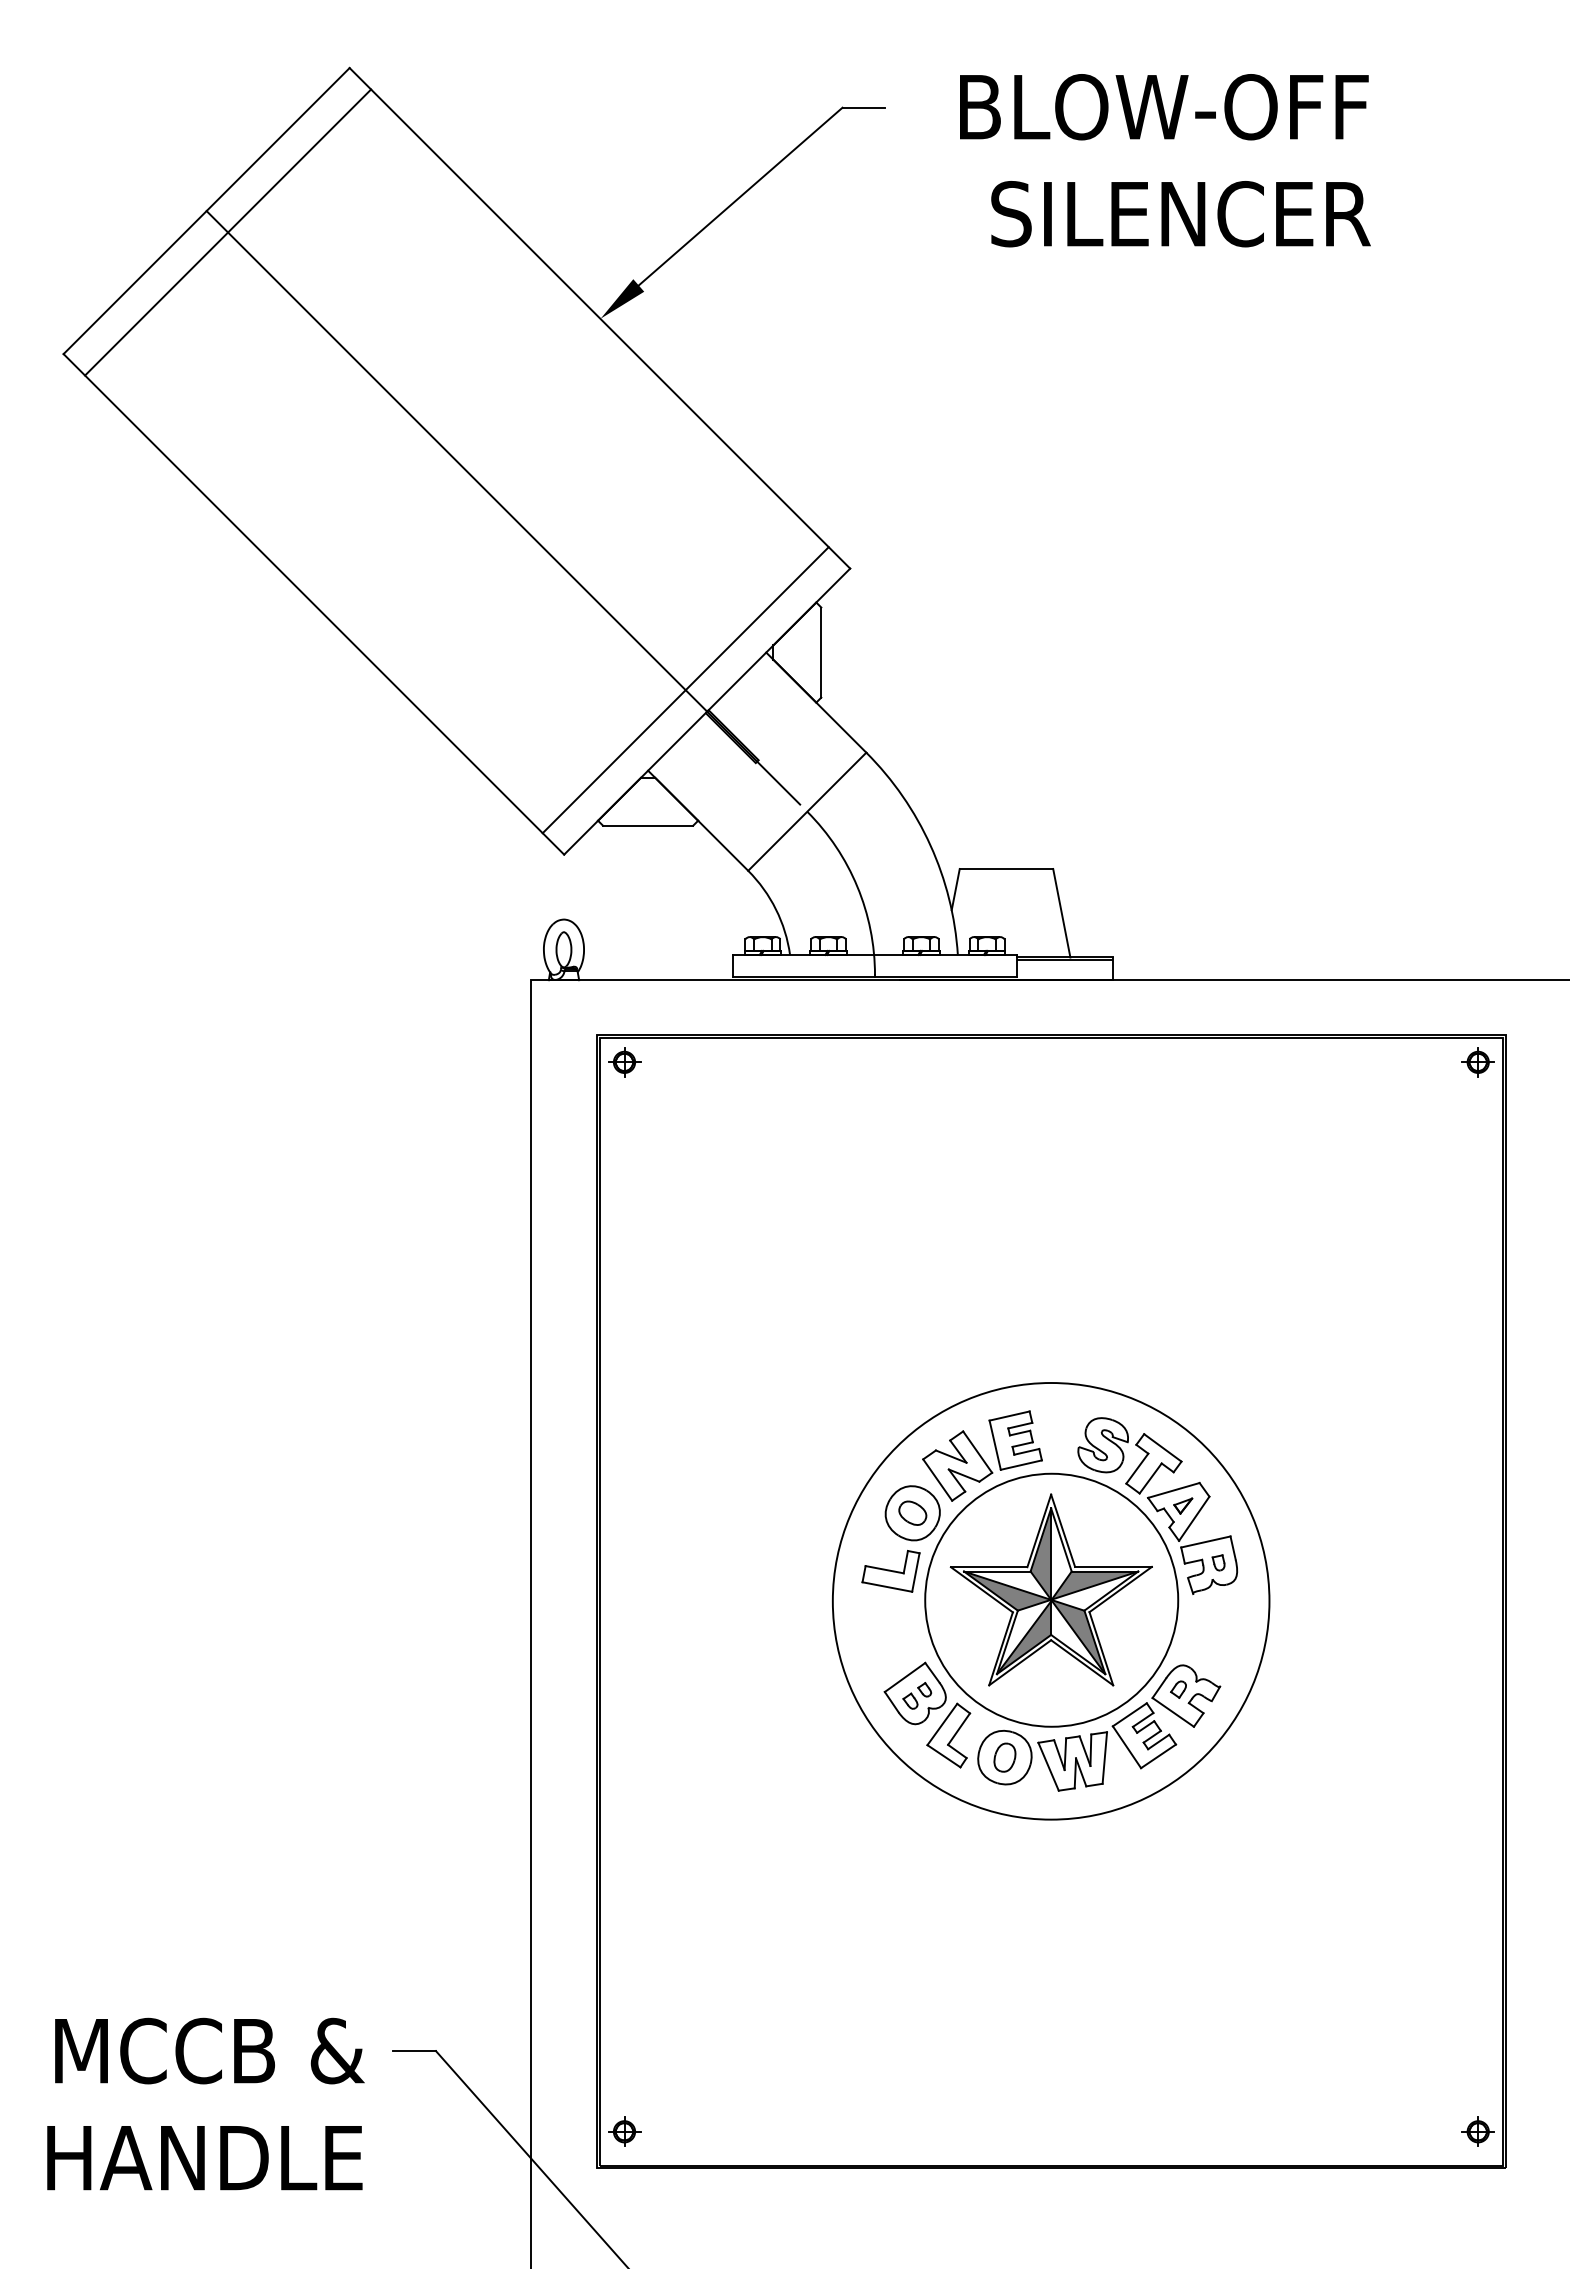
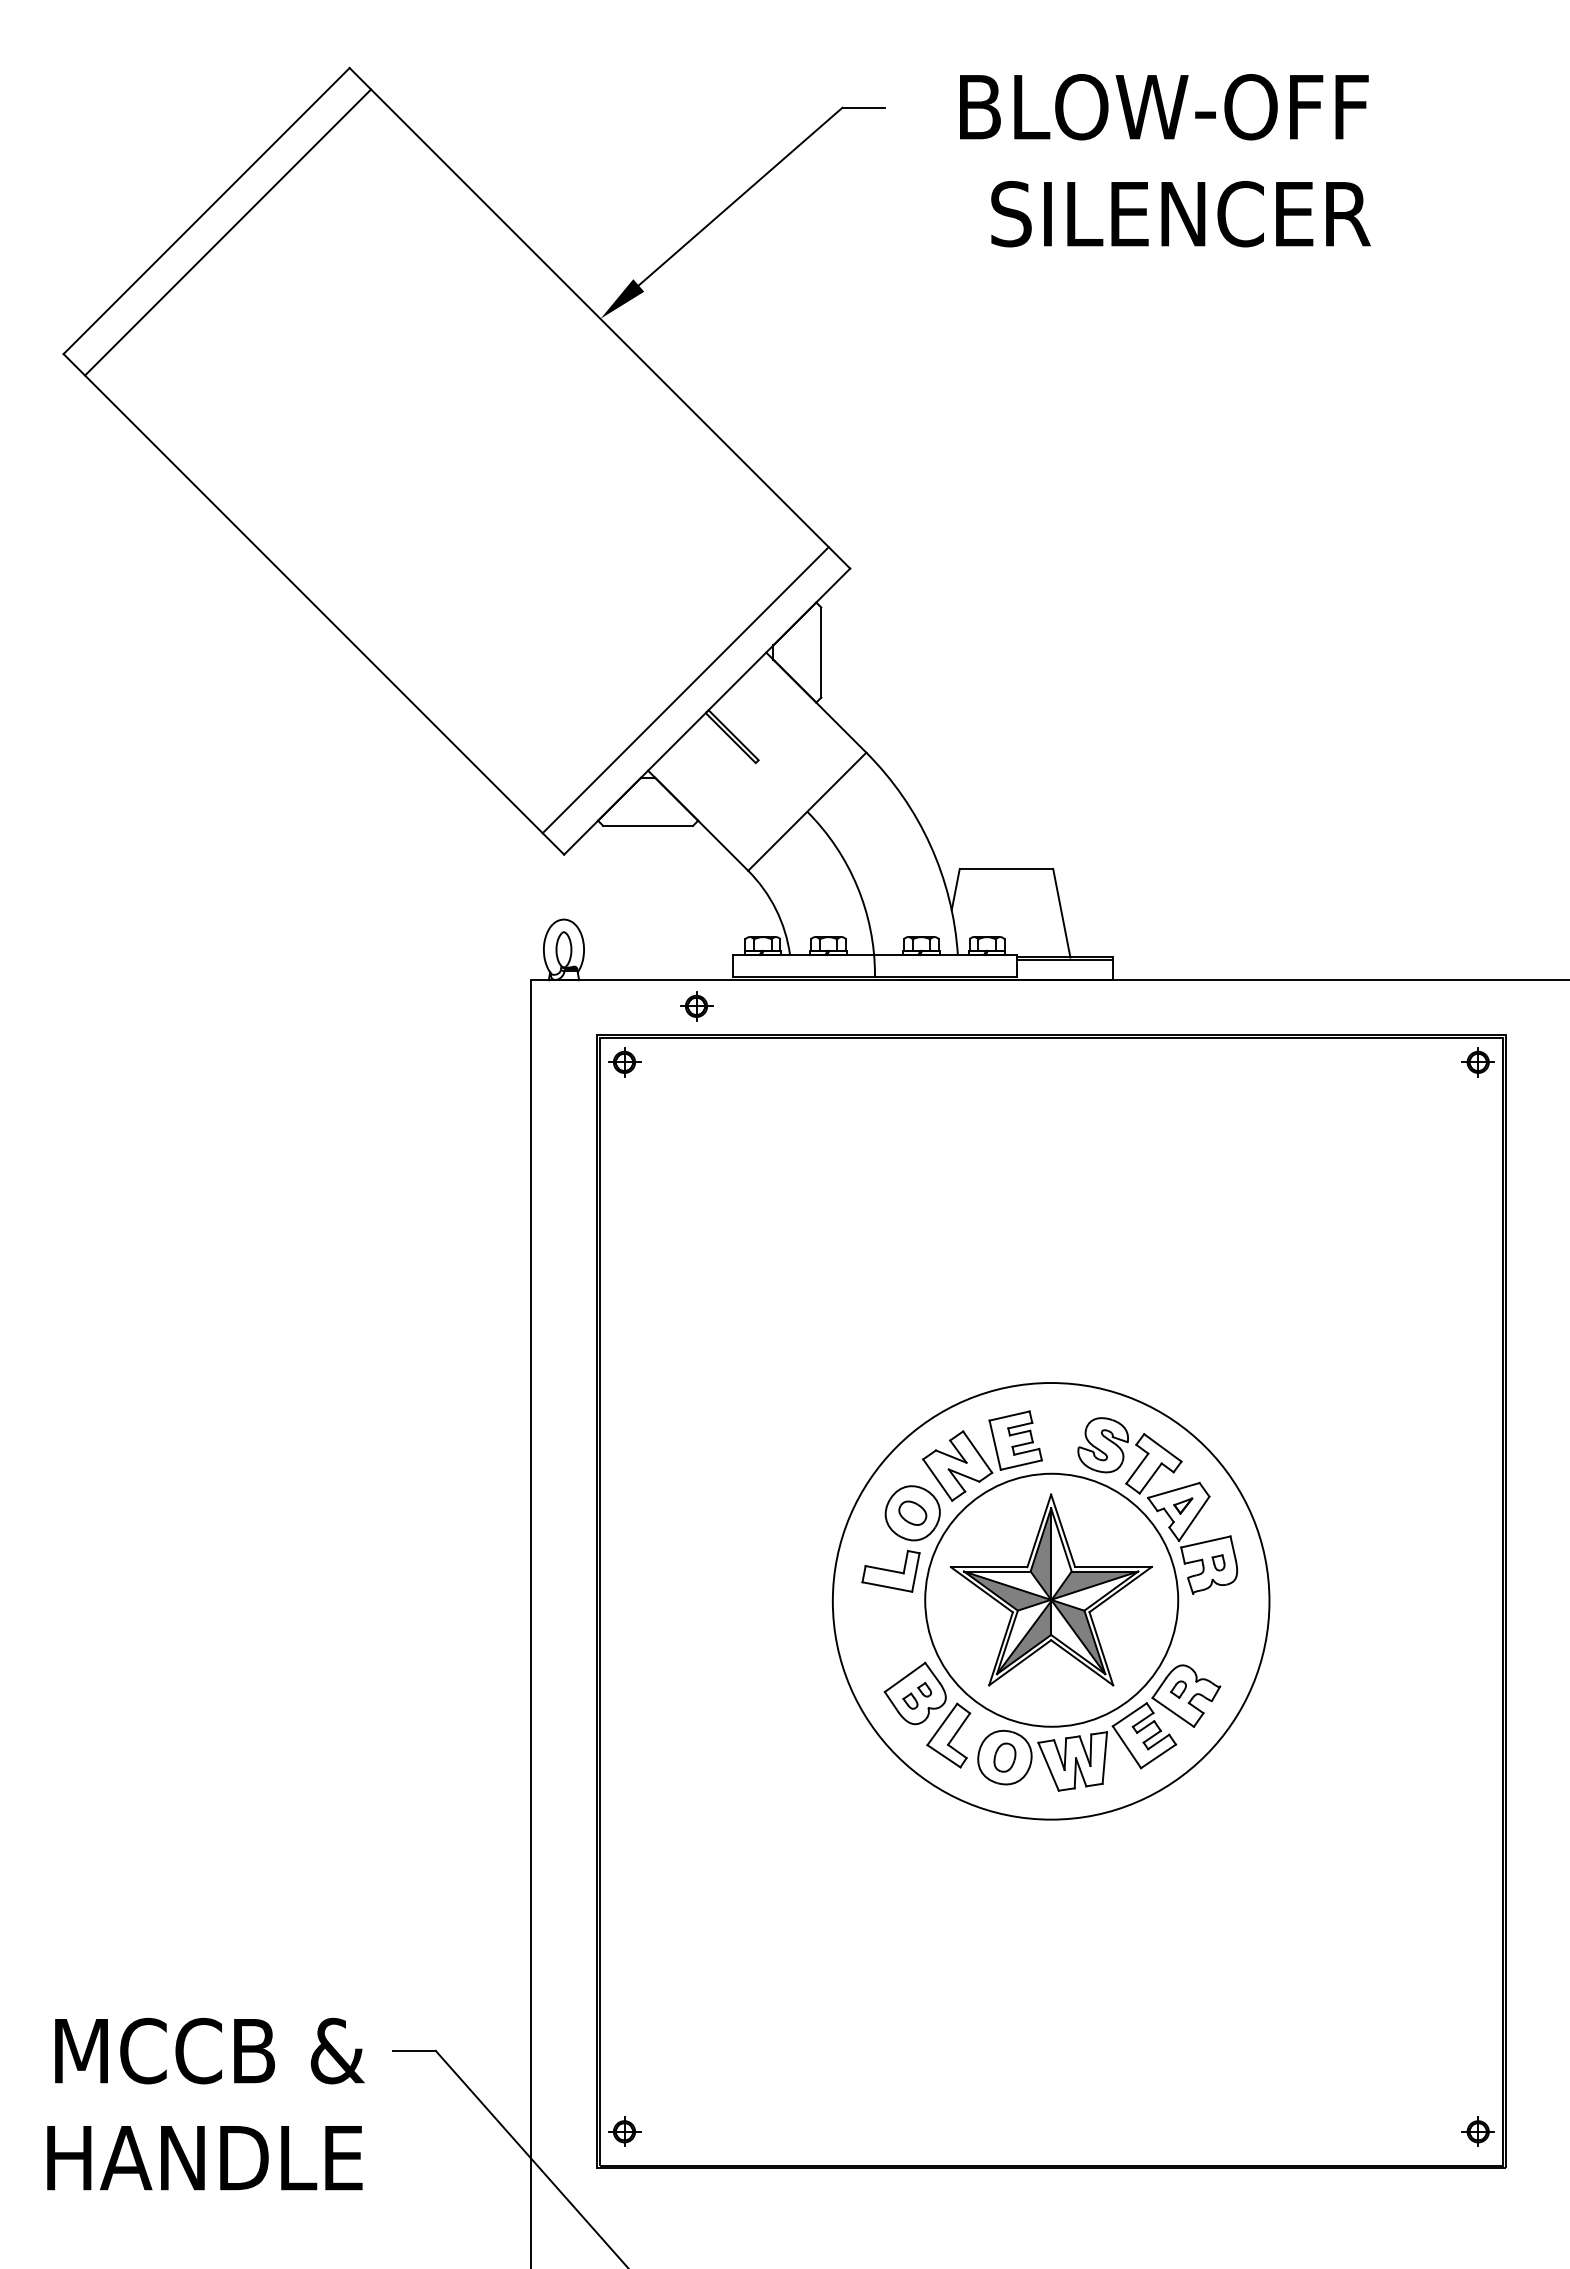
line at (503, 507): present -> none
part at (696, 1006): none -> present
